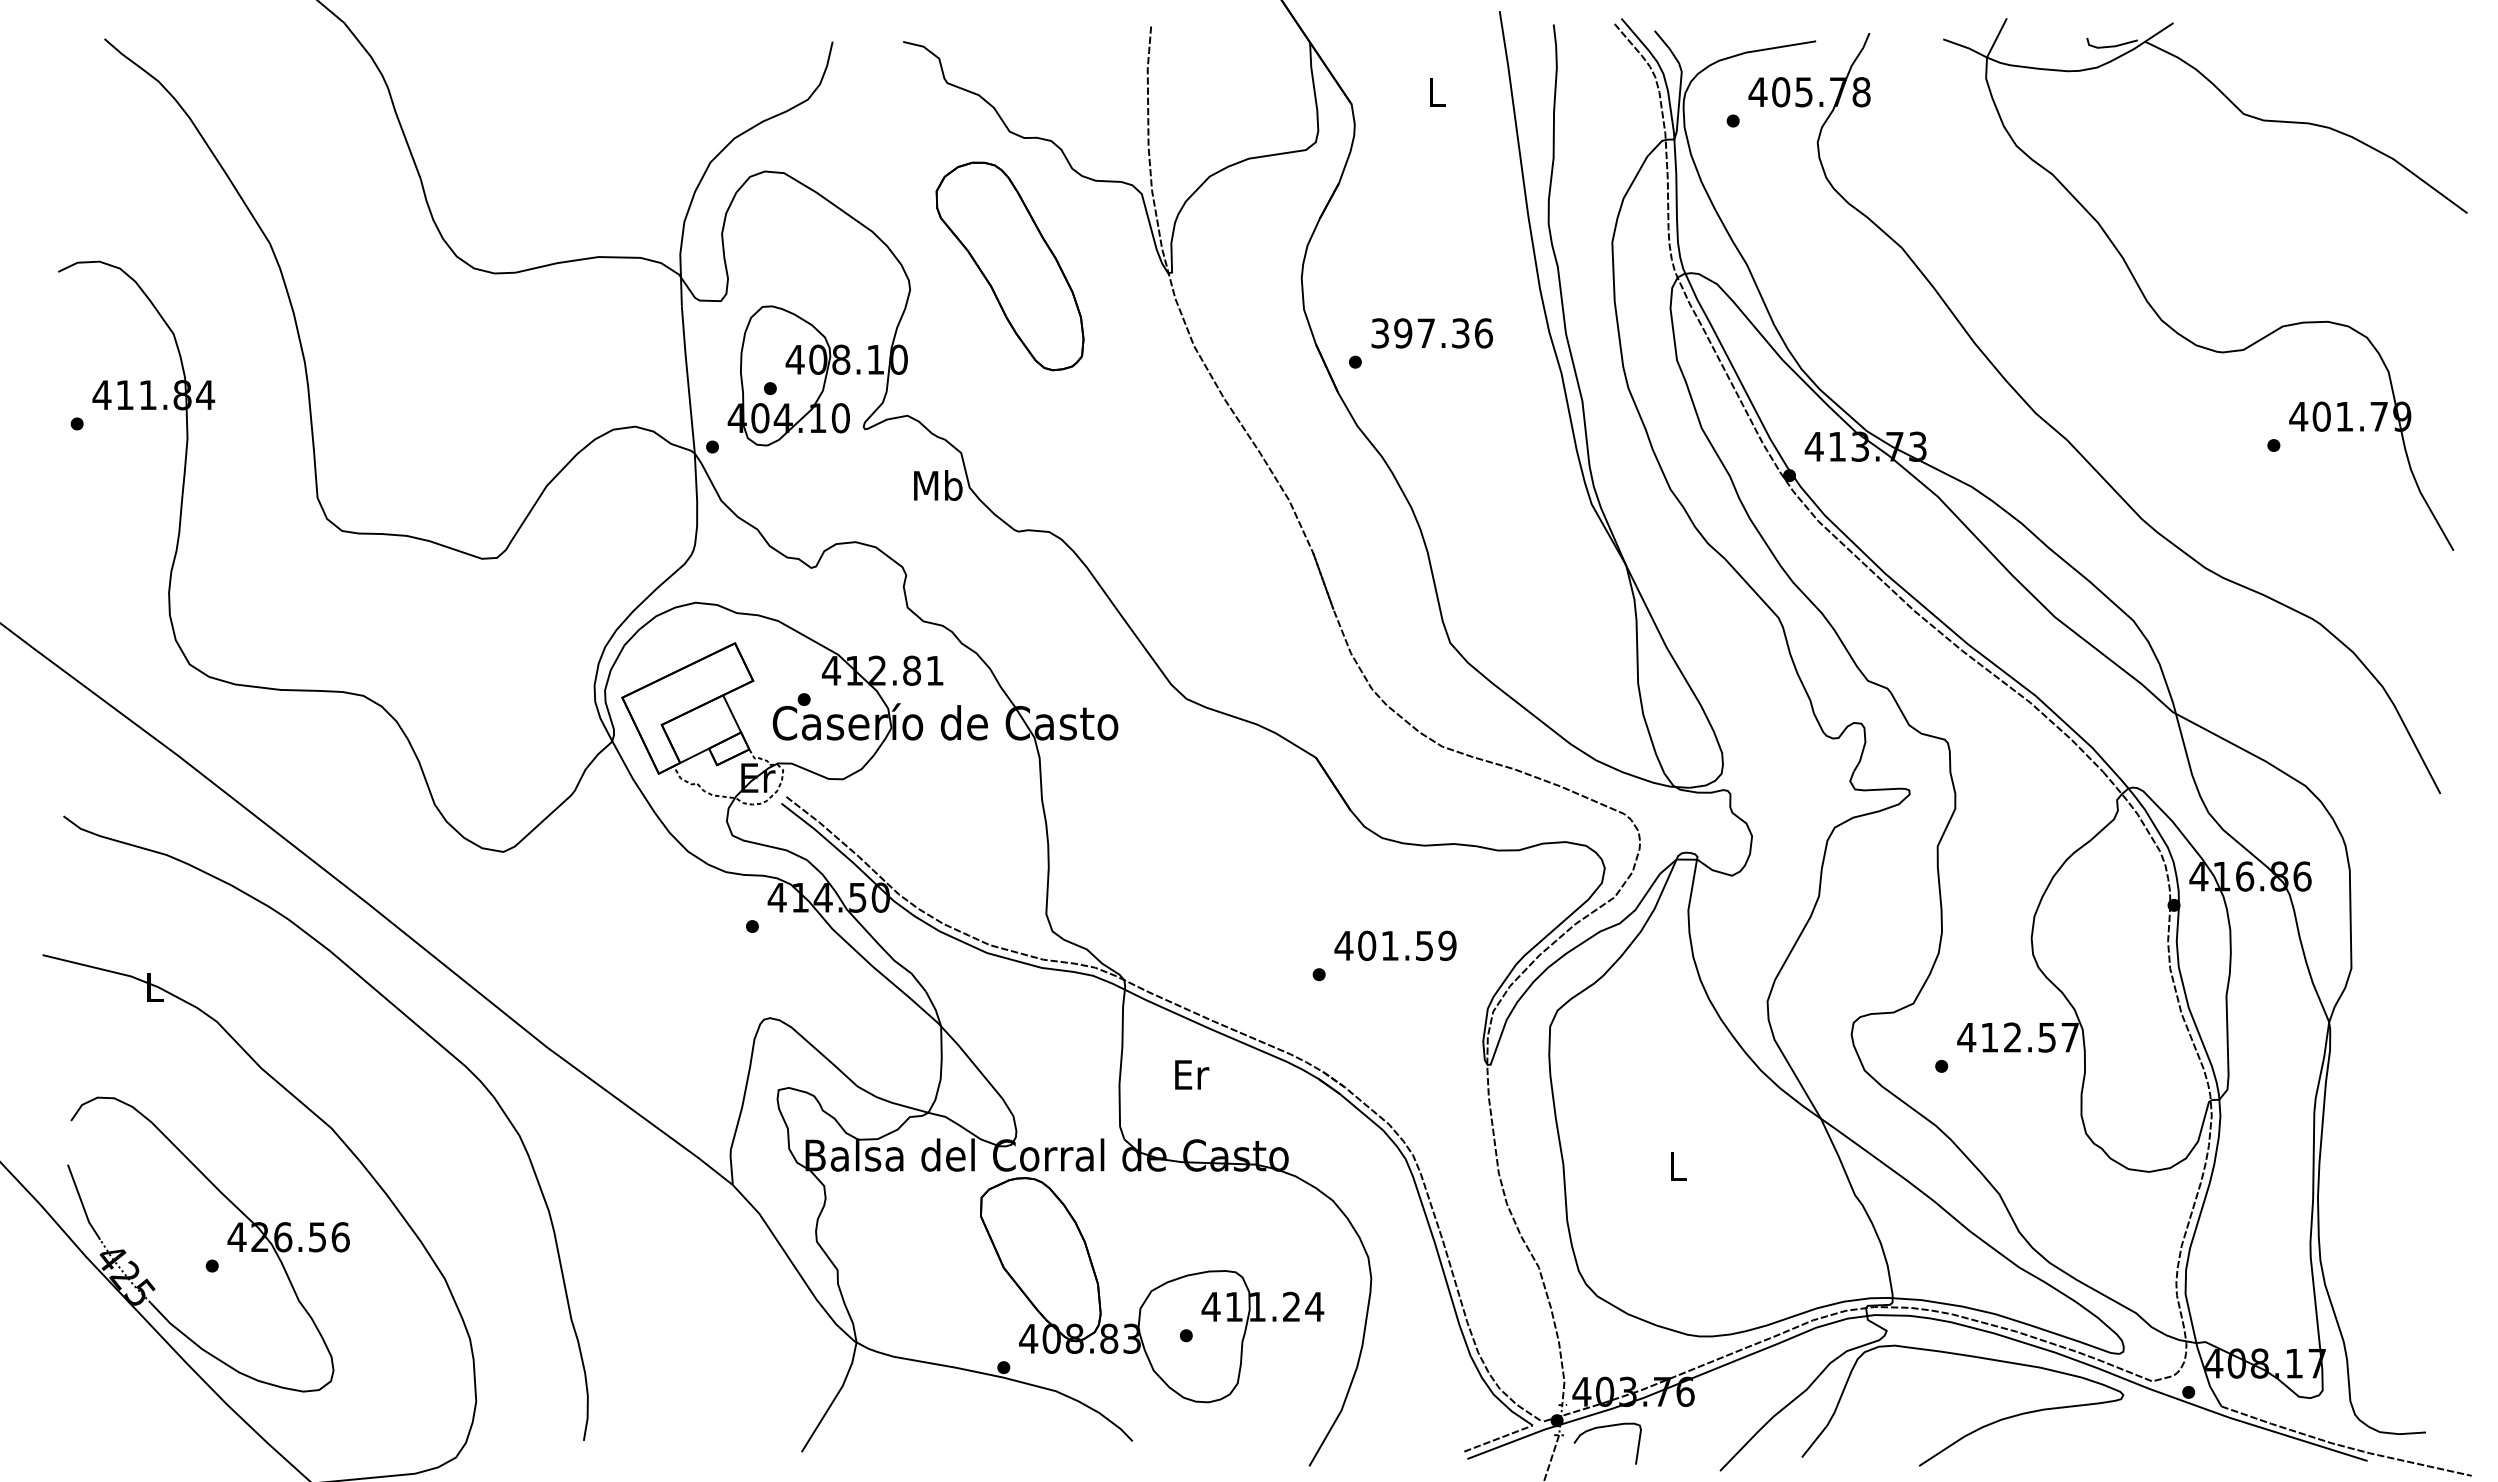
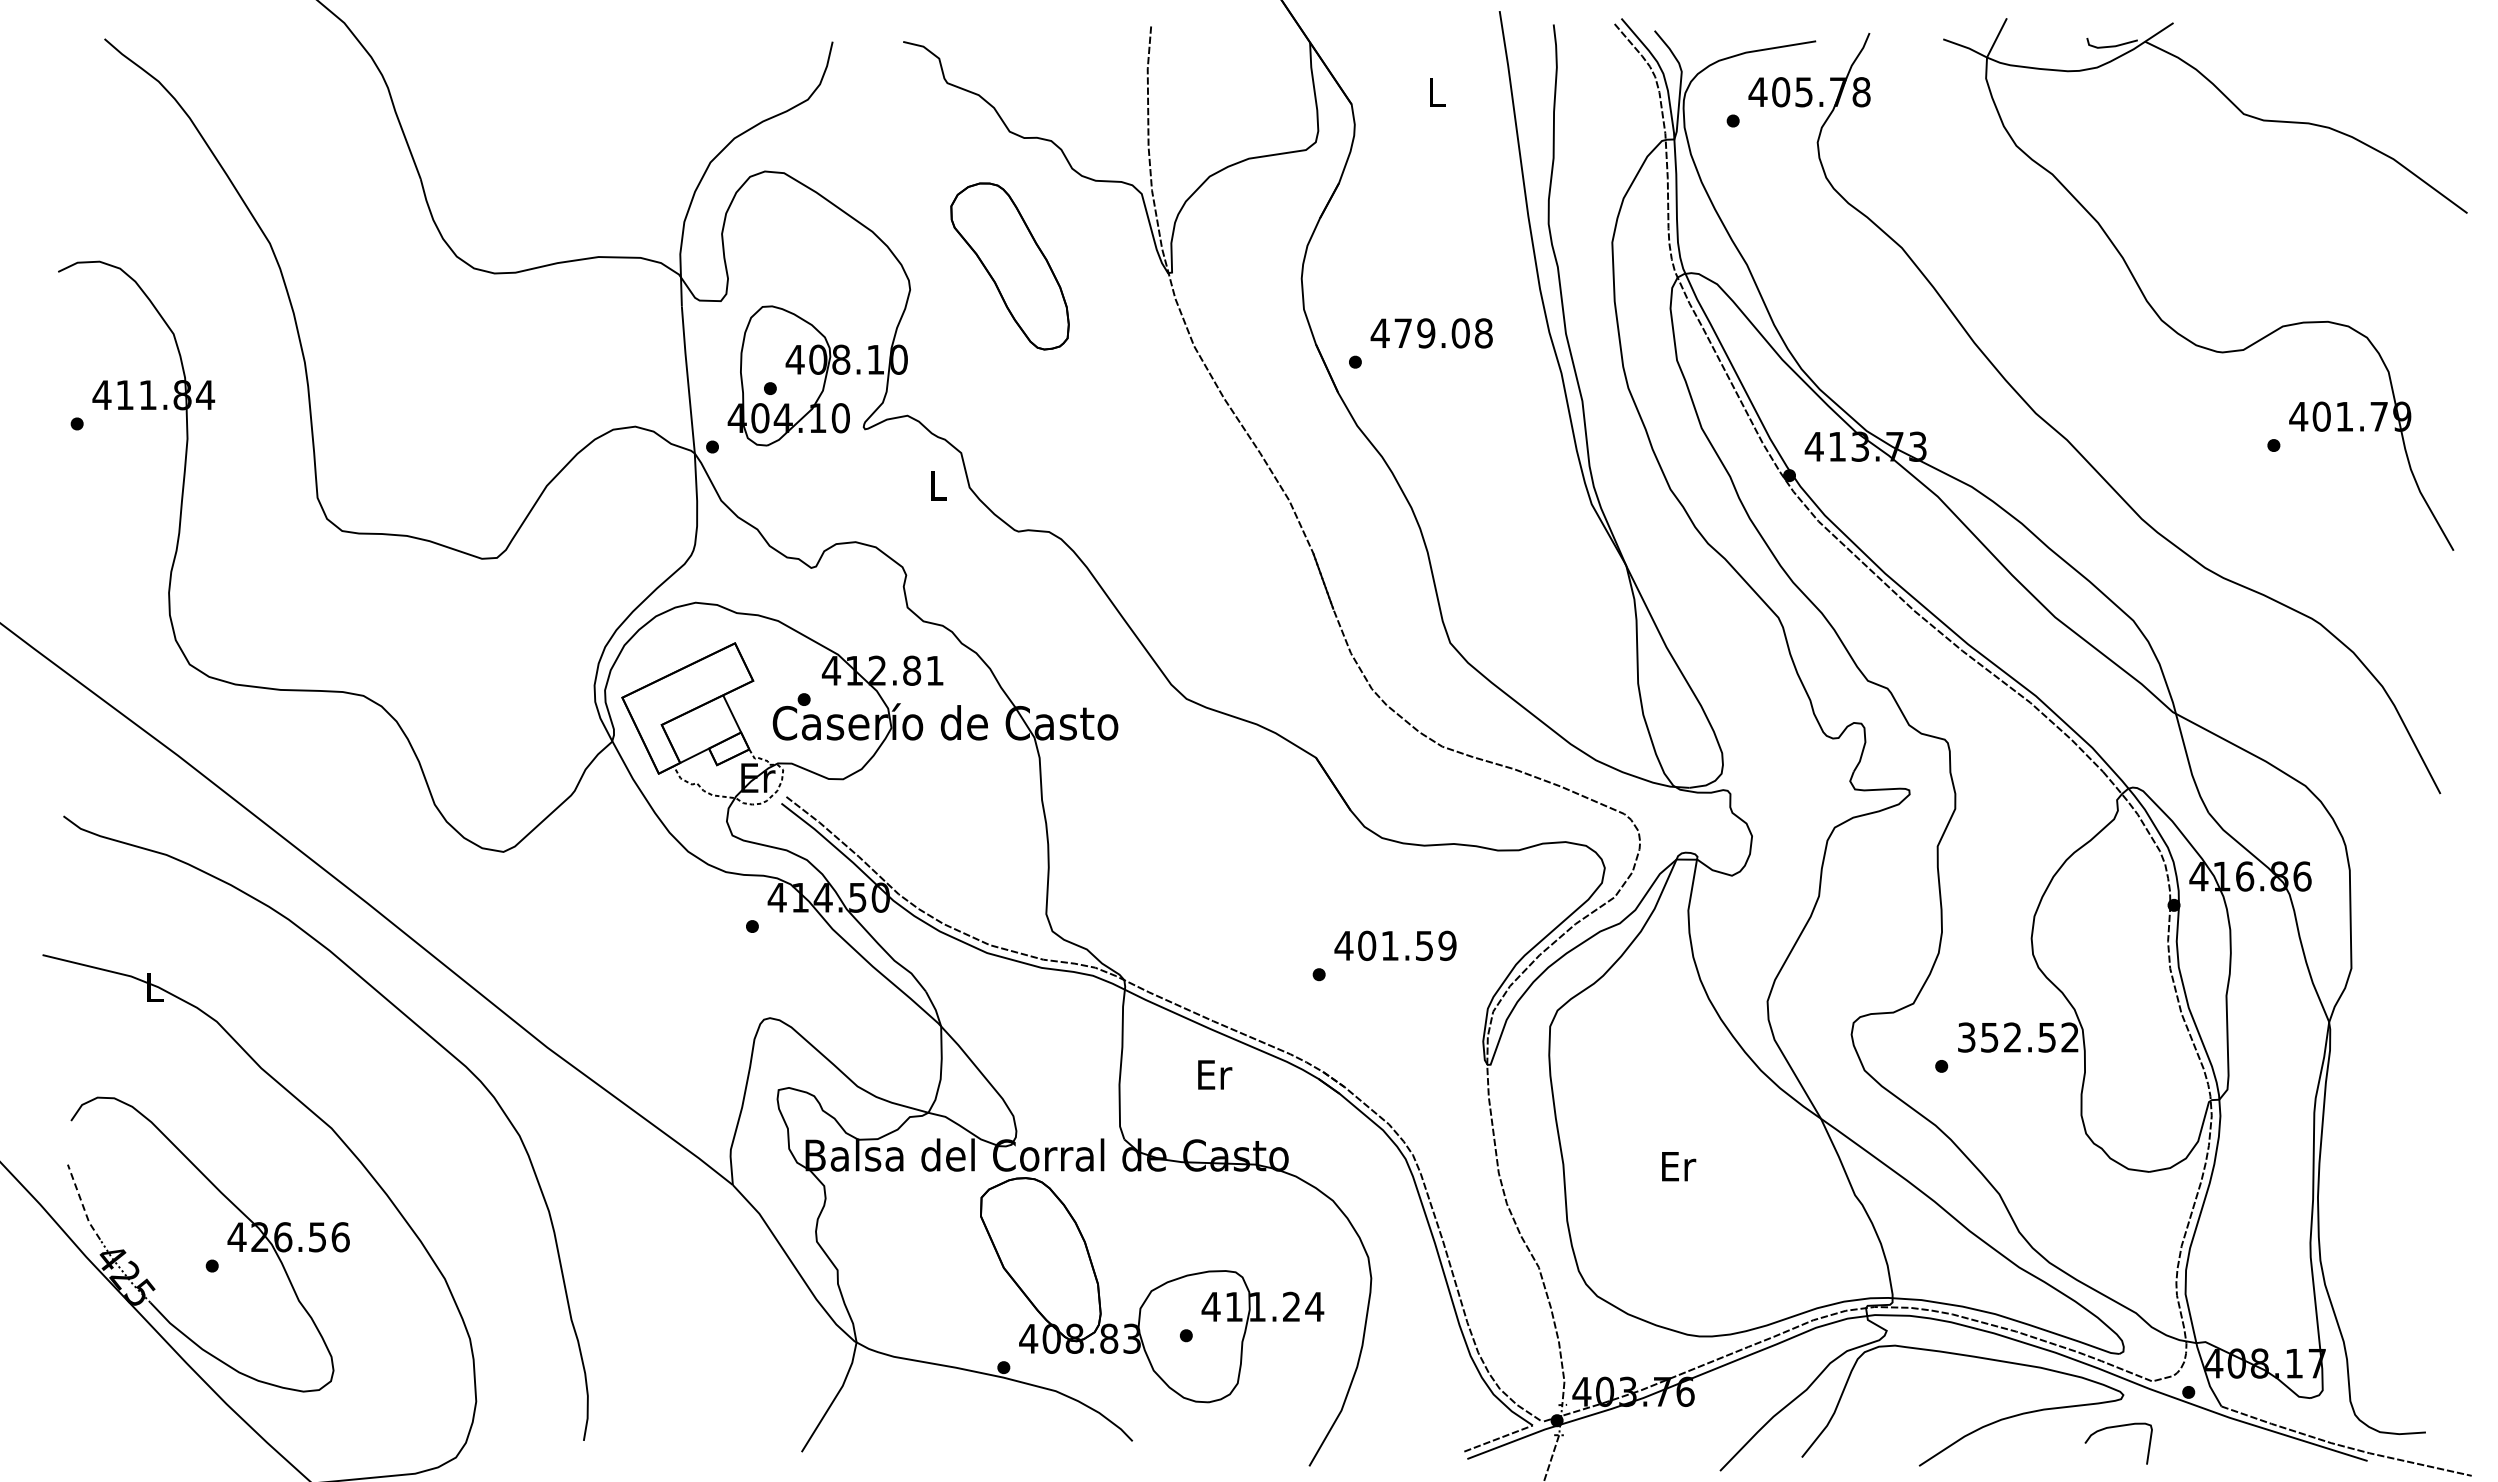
part at (1009, 266) size: 150x211 px -> 120x169 px
text at (1431, 333): 397.36 -> 479.08
text at (938, 485): Mb -> L
text at (2017, 1037): 412.57 -> 352.52
text at (1192, 1074) position: (1192, 1074) -> (1215, 1074)
text at (1679, 1166): L -> Er
line at (82, 1203): solid -> dashed
curve at (1607, 1427) position: (1607, 1427) -> (2118, 1427)
